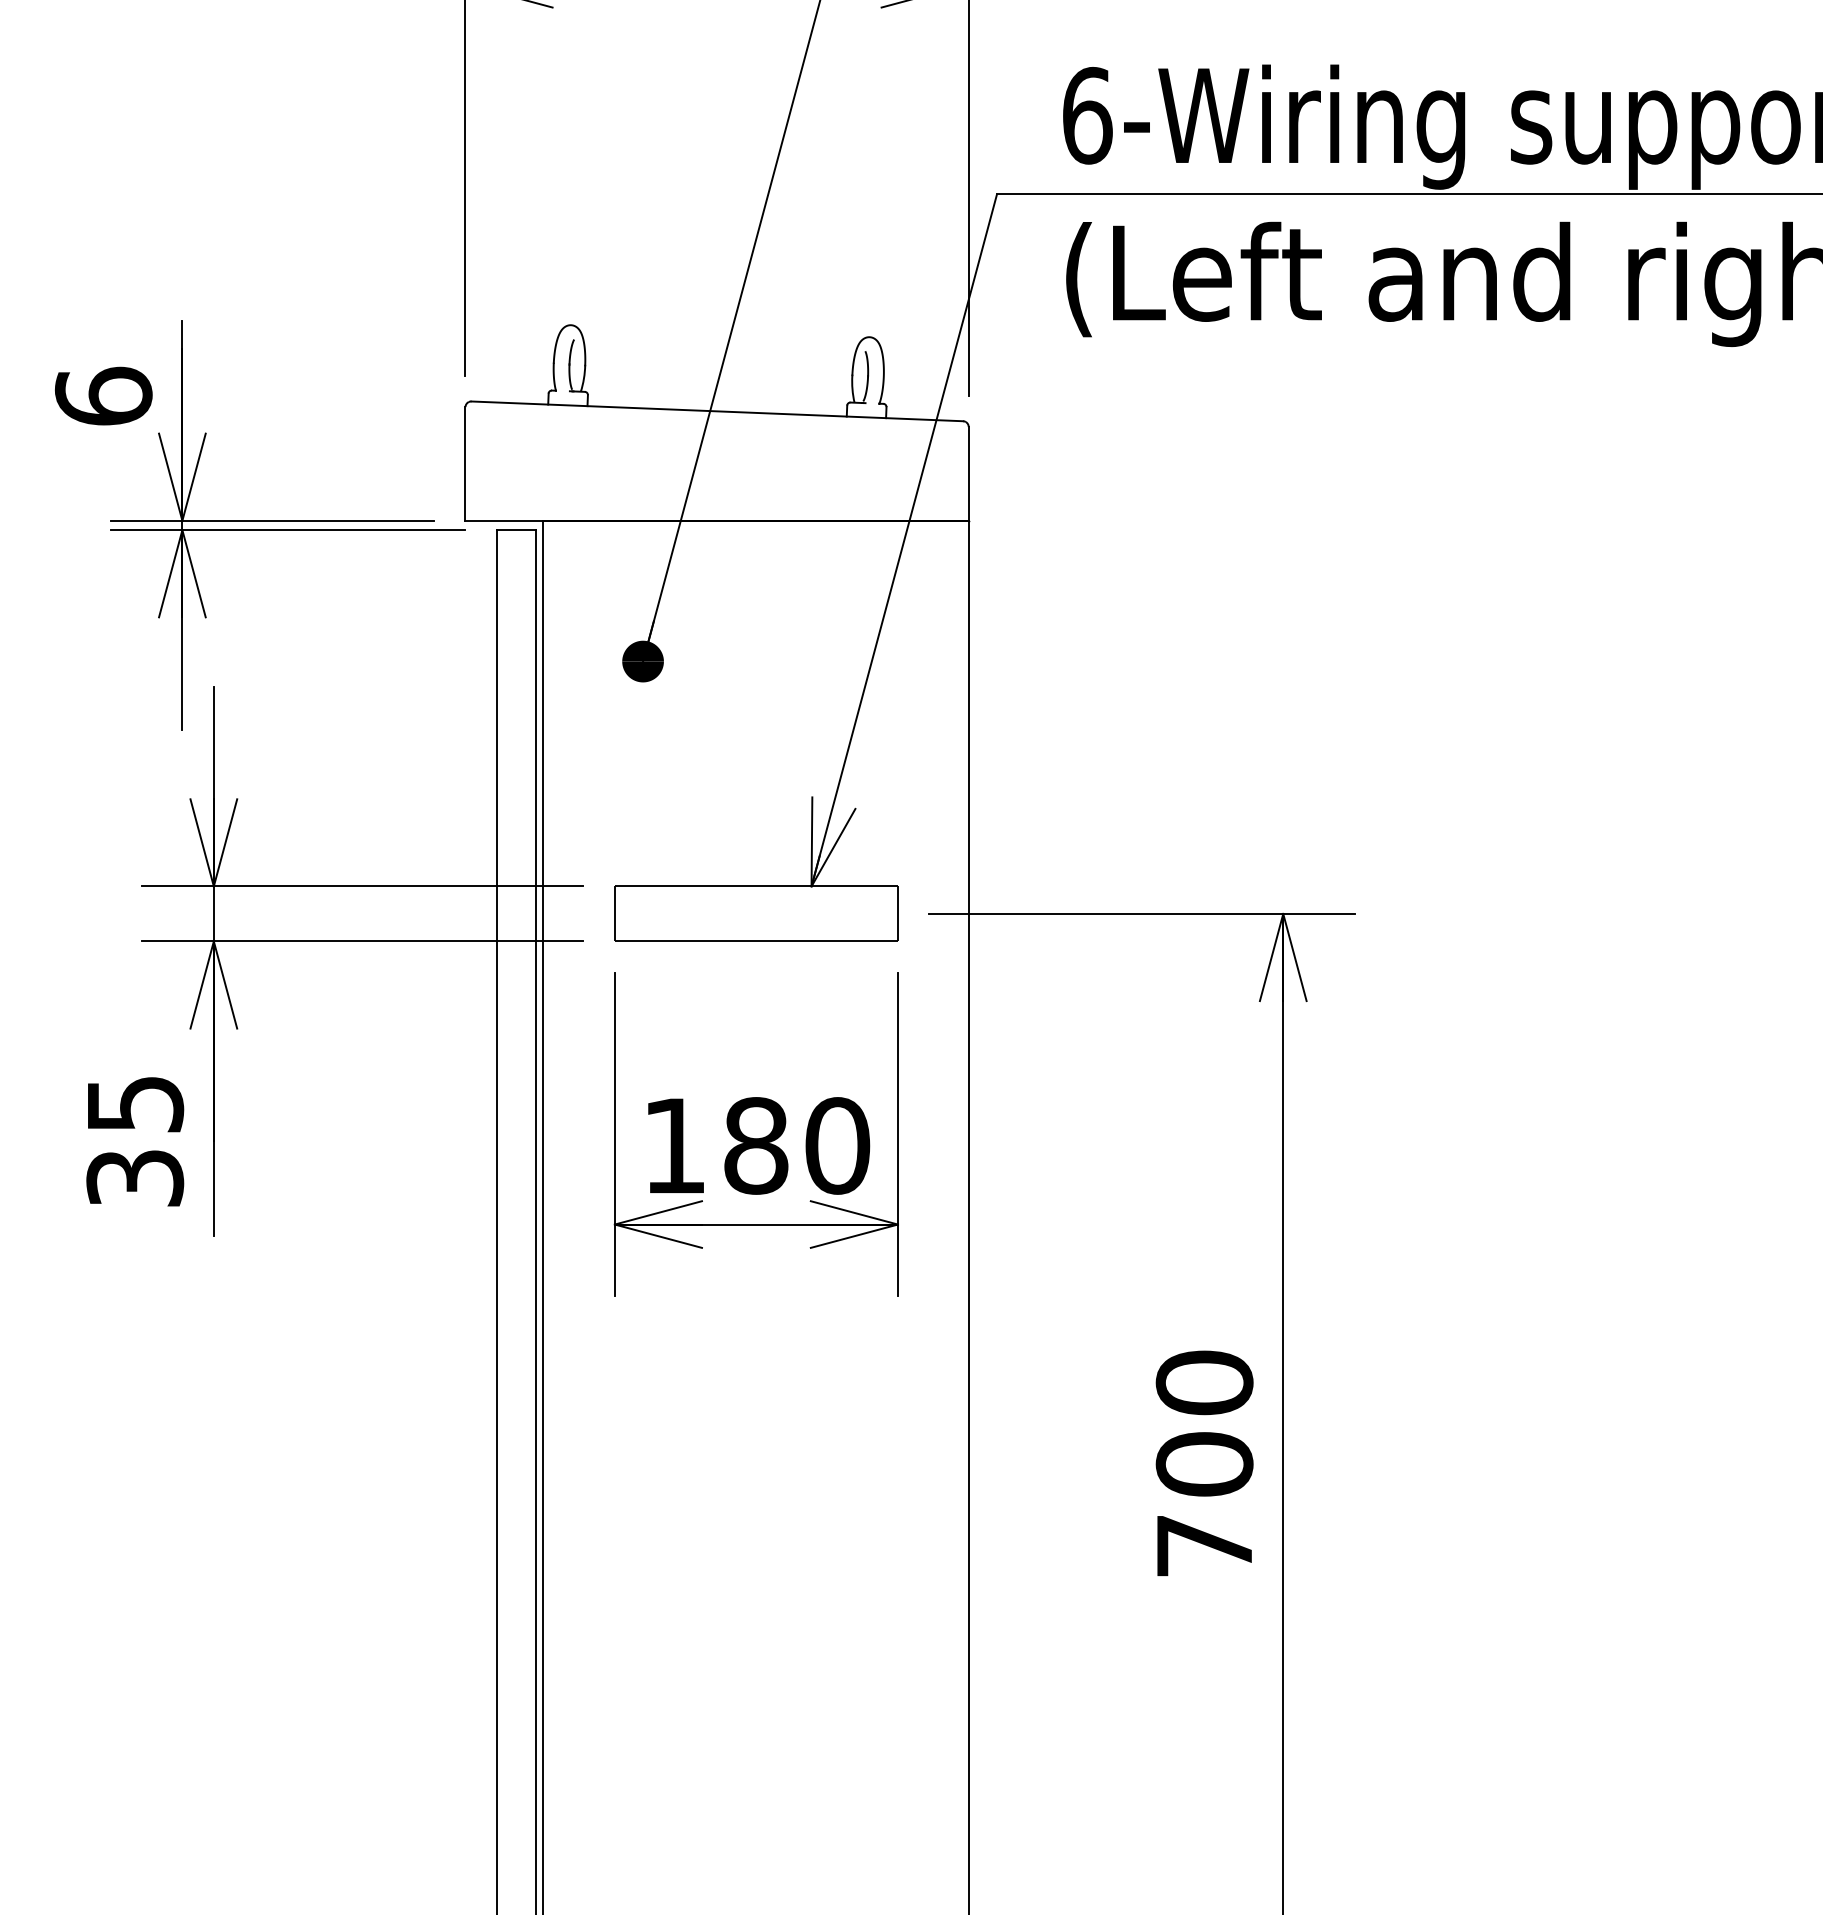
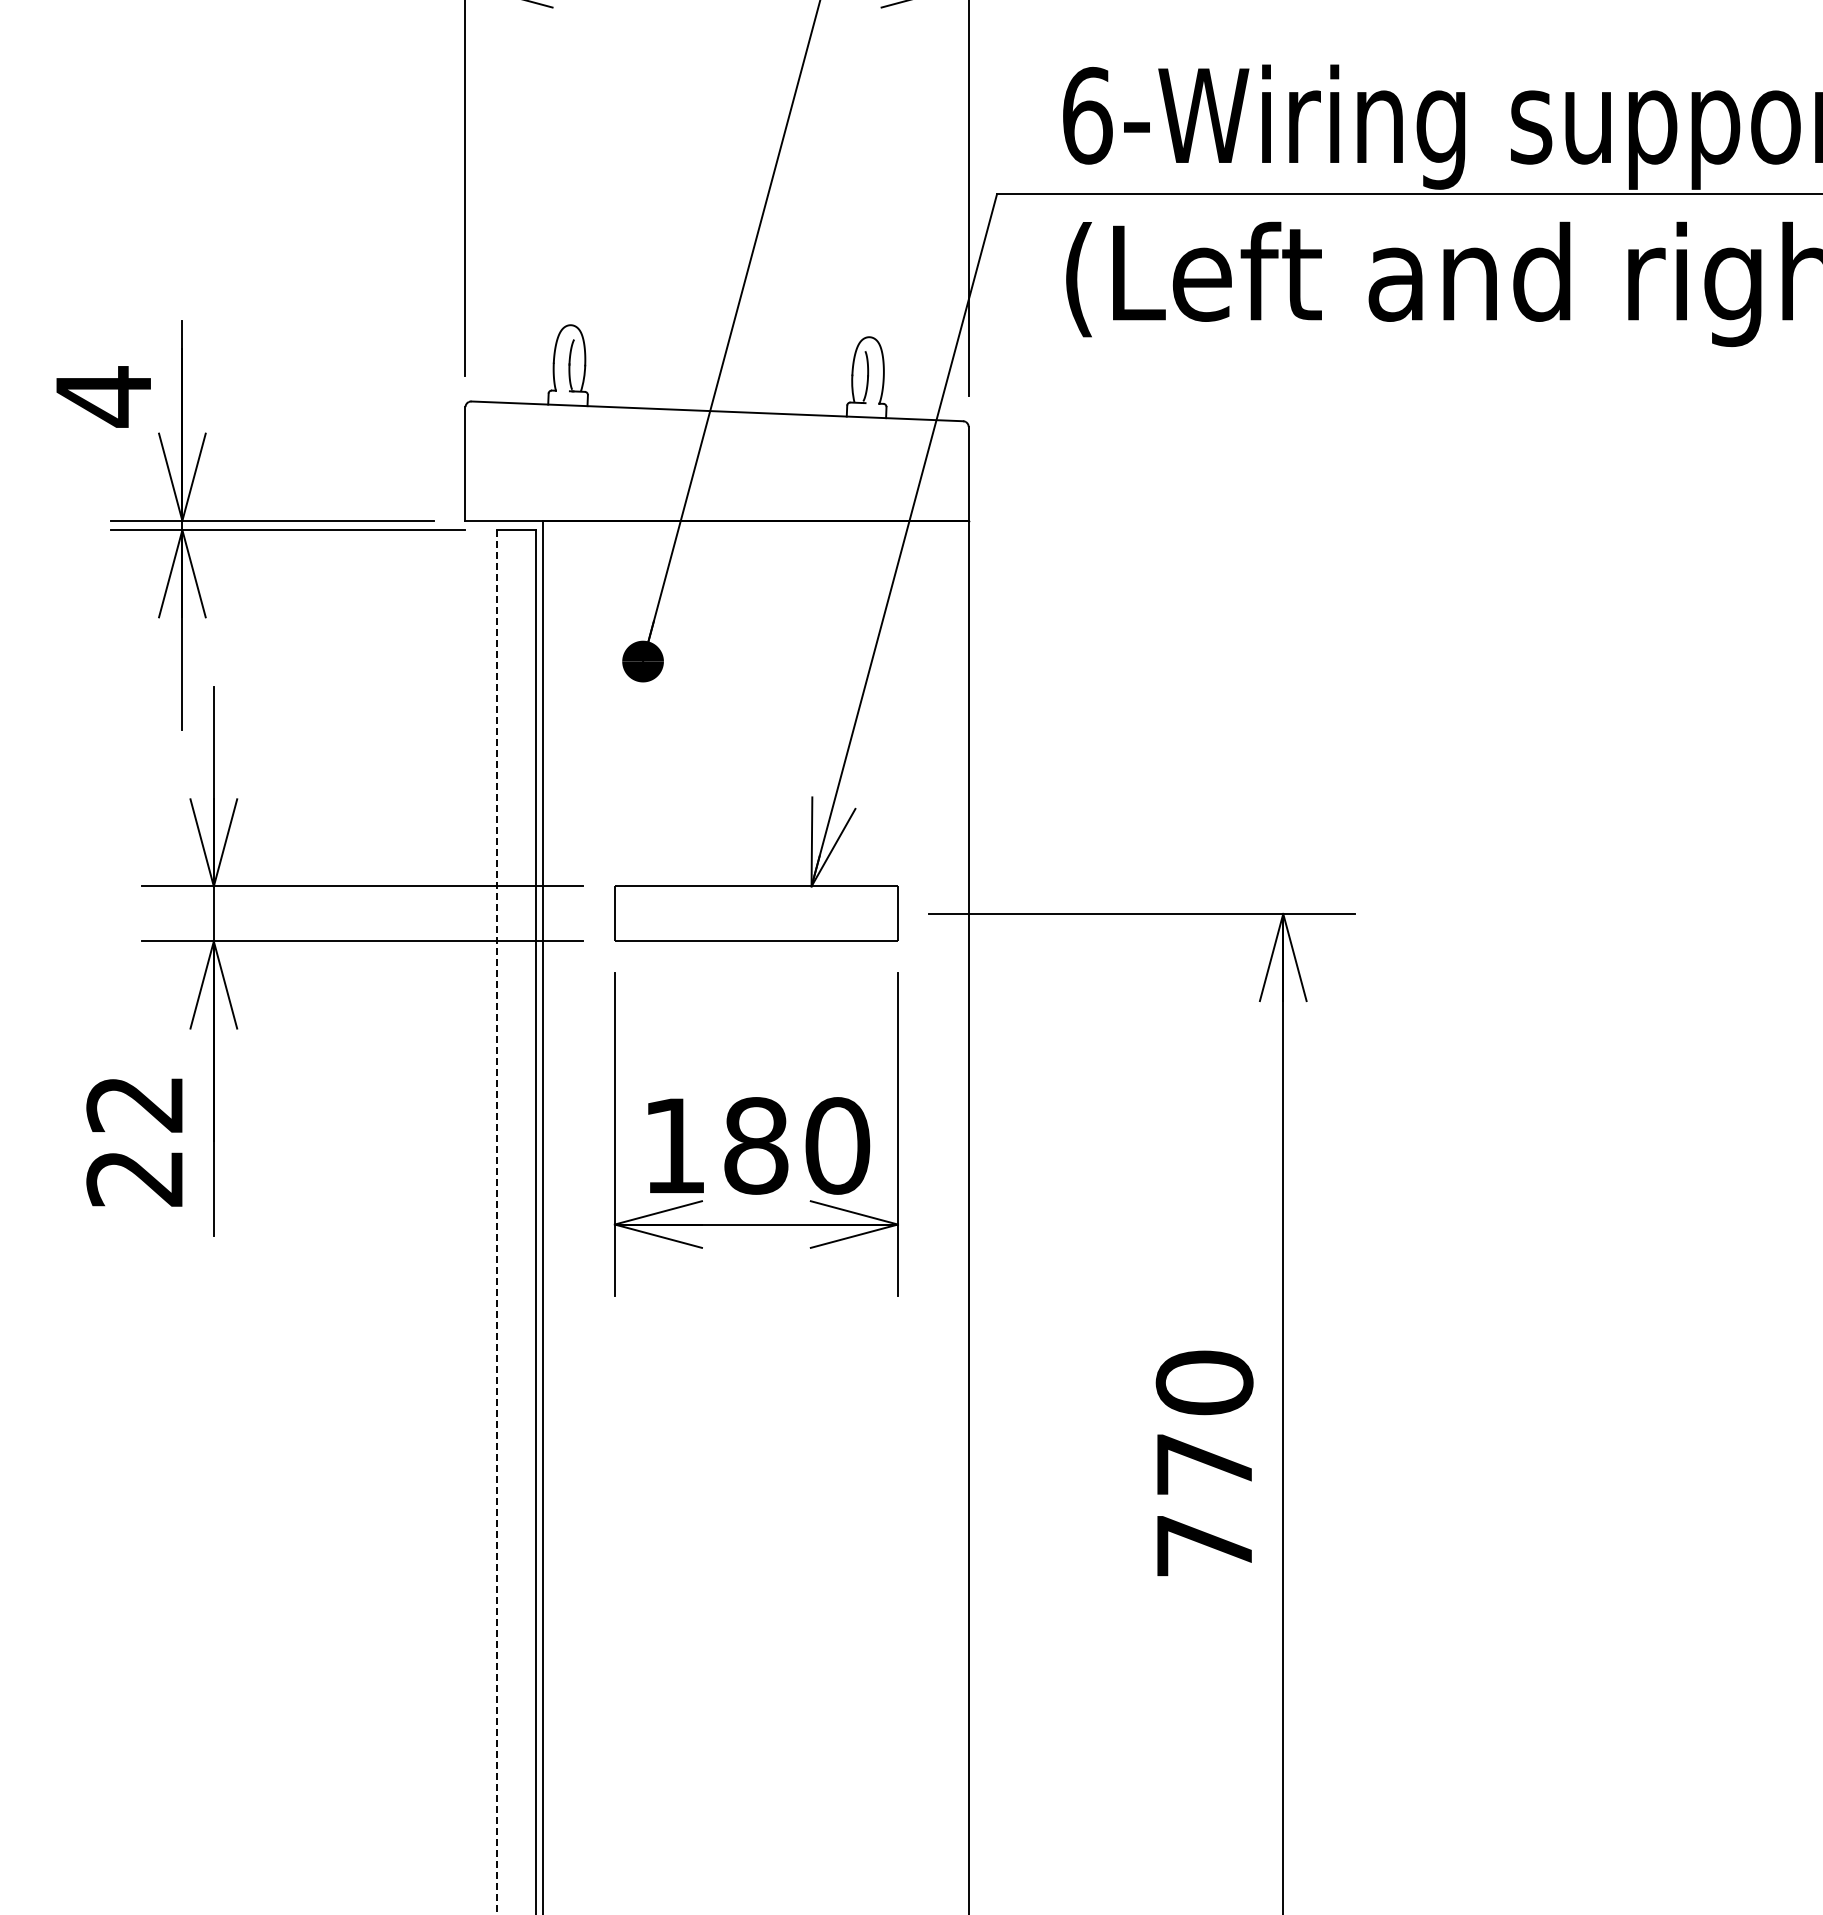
text at (103, 396): 6 -> 4
text at (135, 1141): 35 -> 22
line at (496, 1223): solid -> dashed
text at (1204, 1464): 700 -> 770
